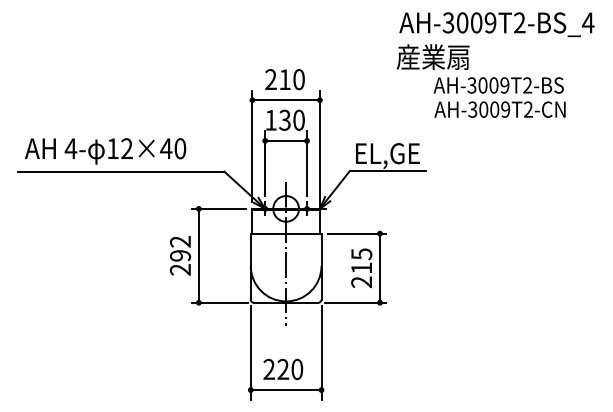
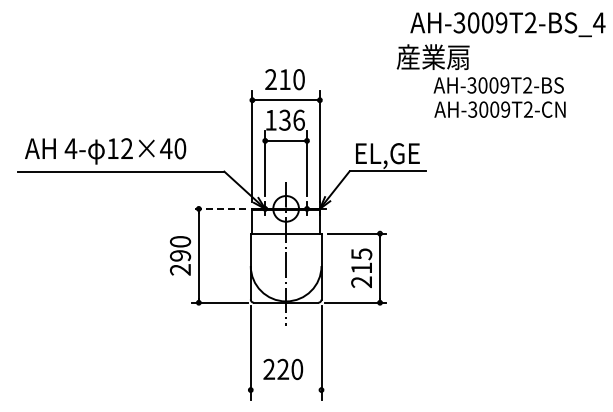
text at (496, 24) position: (496, 24) -> (507, 24)
text at (298, 119): 130 -> 136
line at (219, 208): solid -> dashed
text at (180, 241): 292 -> 290
line at (285, 390): present -> none
